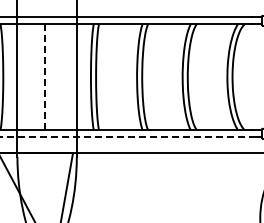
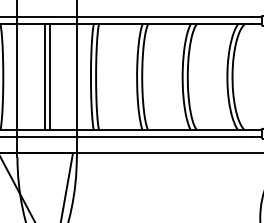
line at (49, 76): none -> present
line at (44, 77): dashed -> solid
line at (126, 137): dashed -> solid
